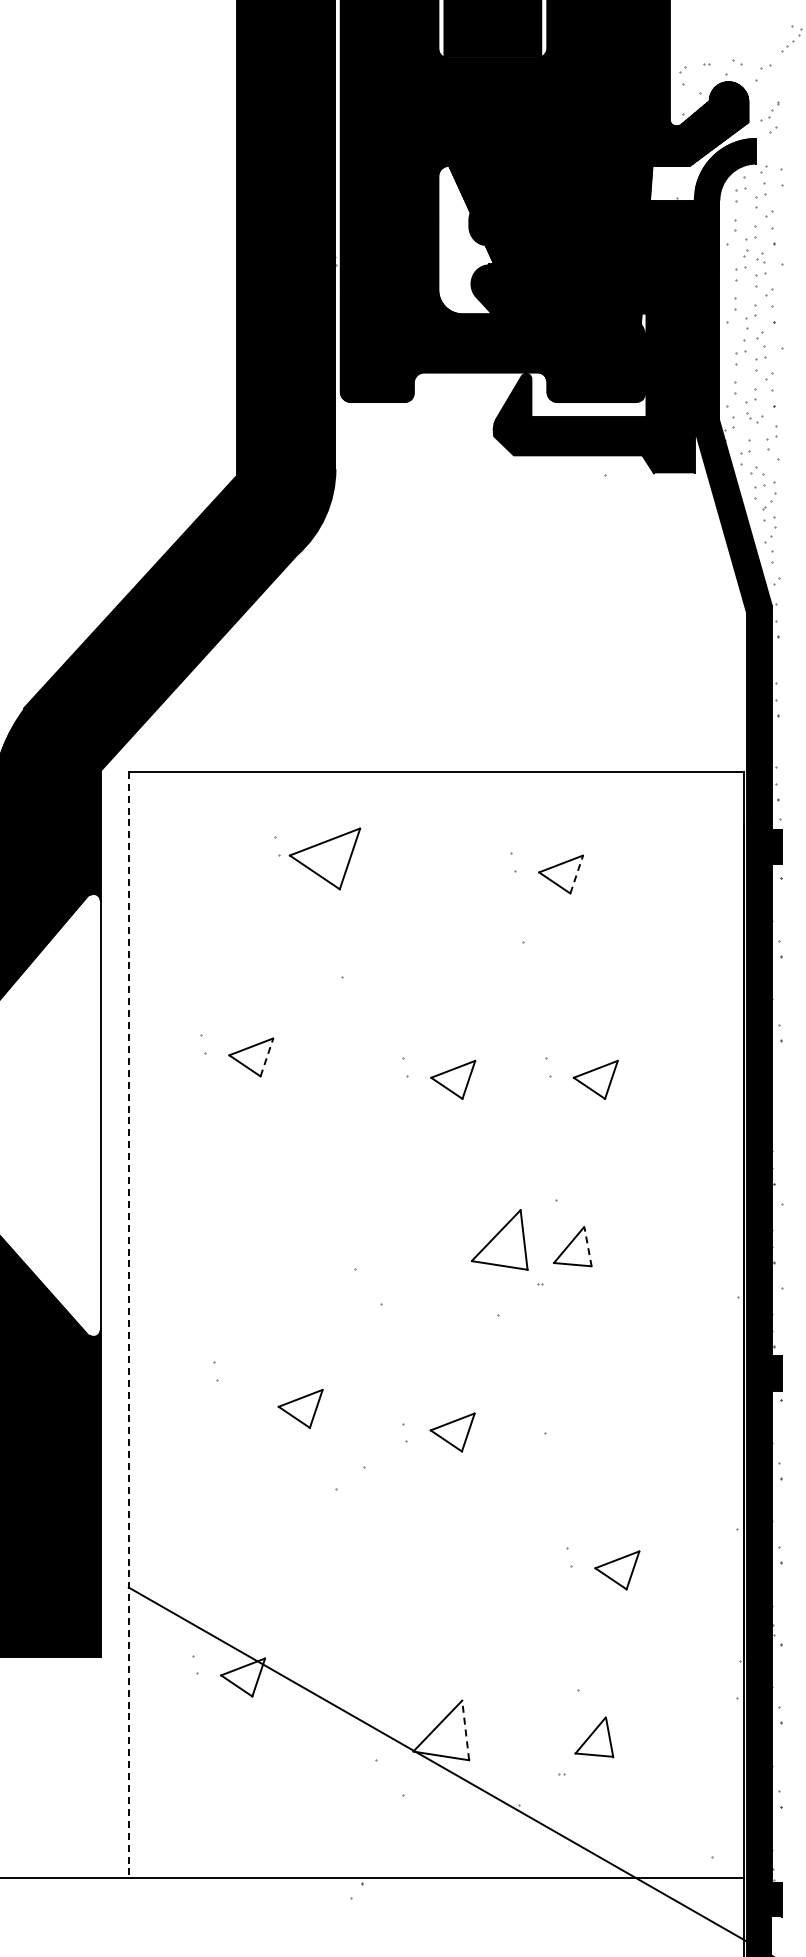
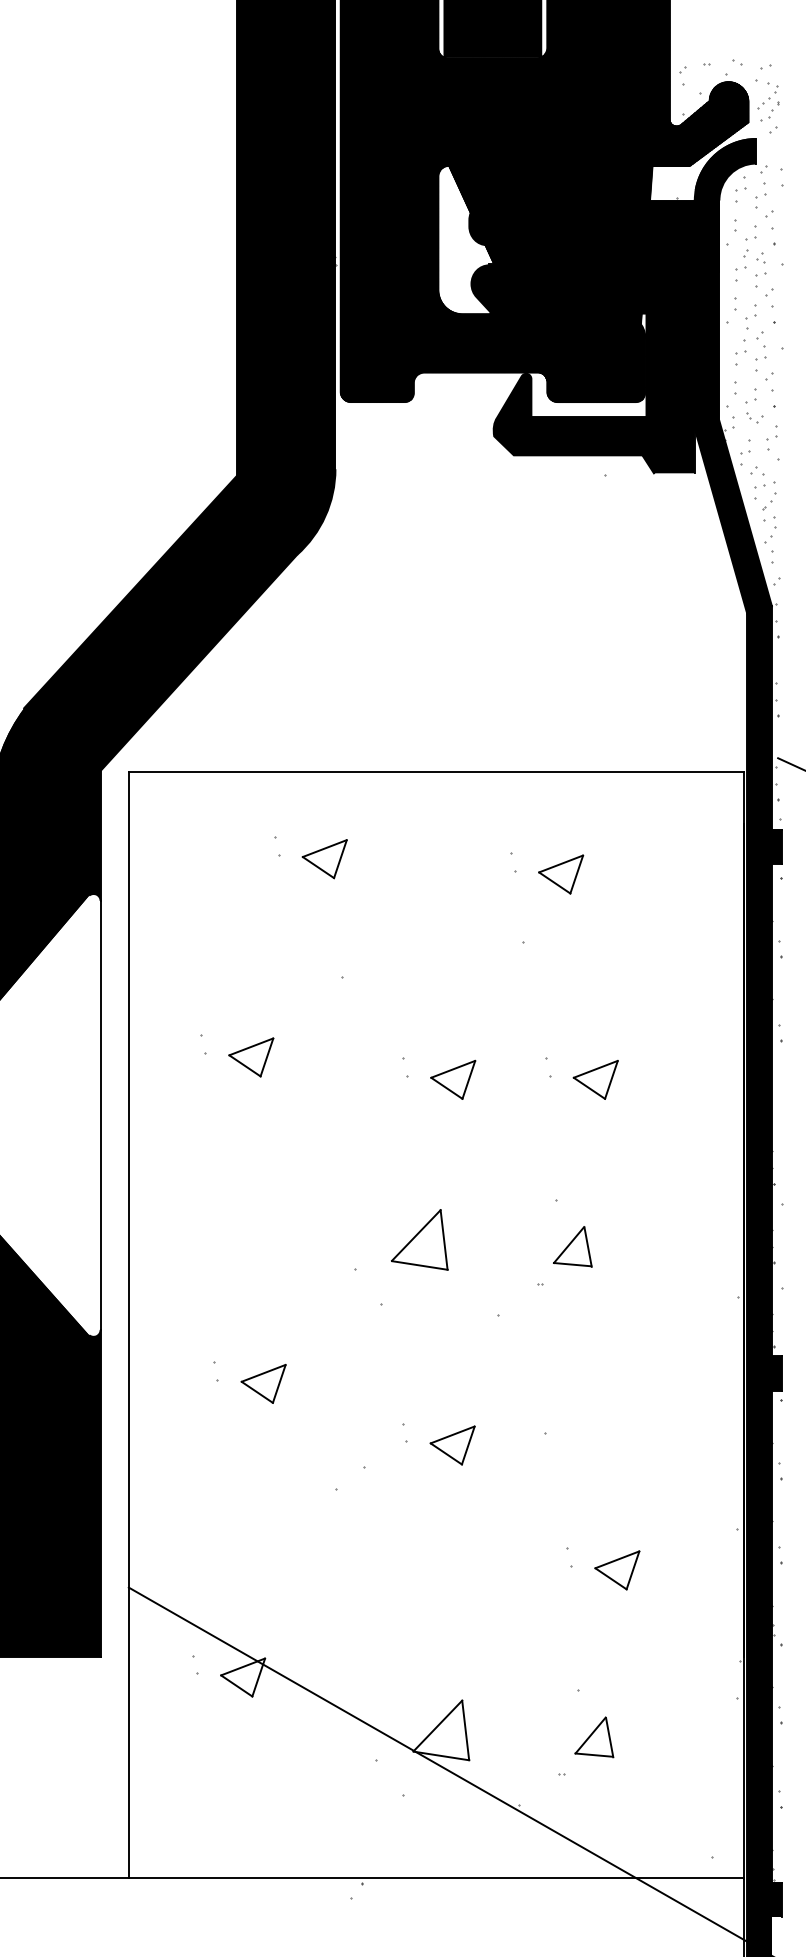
part at (791, 38) position: (791, 38) -> (767, 95)
line at (790, 763): none -> present
part at (324, 858) size: 74x64 px -> 47x41 px
line at (576, 874): dashed -> solid
line at (266, 1057): dashed -> solid
part at (499, 1239) position: (499, 1239) -> (419, 1239)
line at (588, 1247): dashed -> solid
line at (128, 1325): dashed -> solid
part at (300, 1408) position: (300, 1408) -> (263, 1383)
part at (452, 1432) position: (452, 1432) -> (452, 1445)
line at (465, 1730): dashed -> solid
